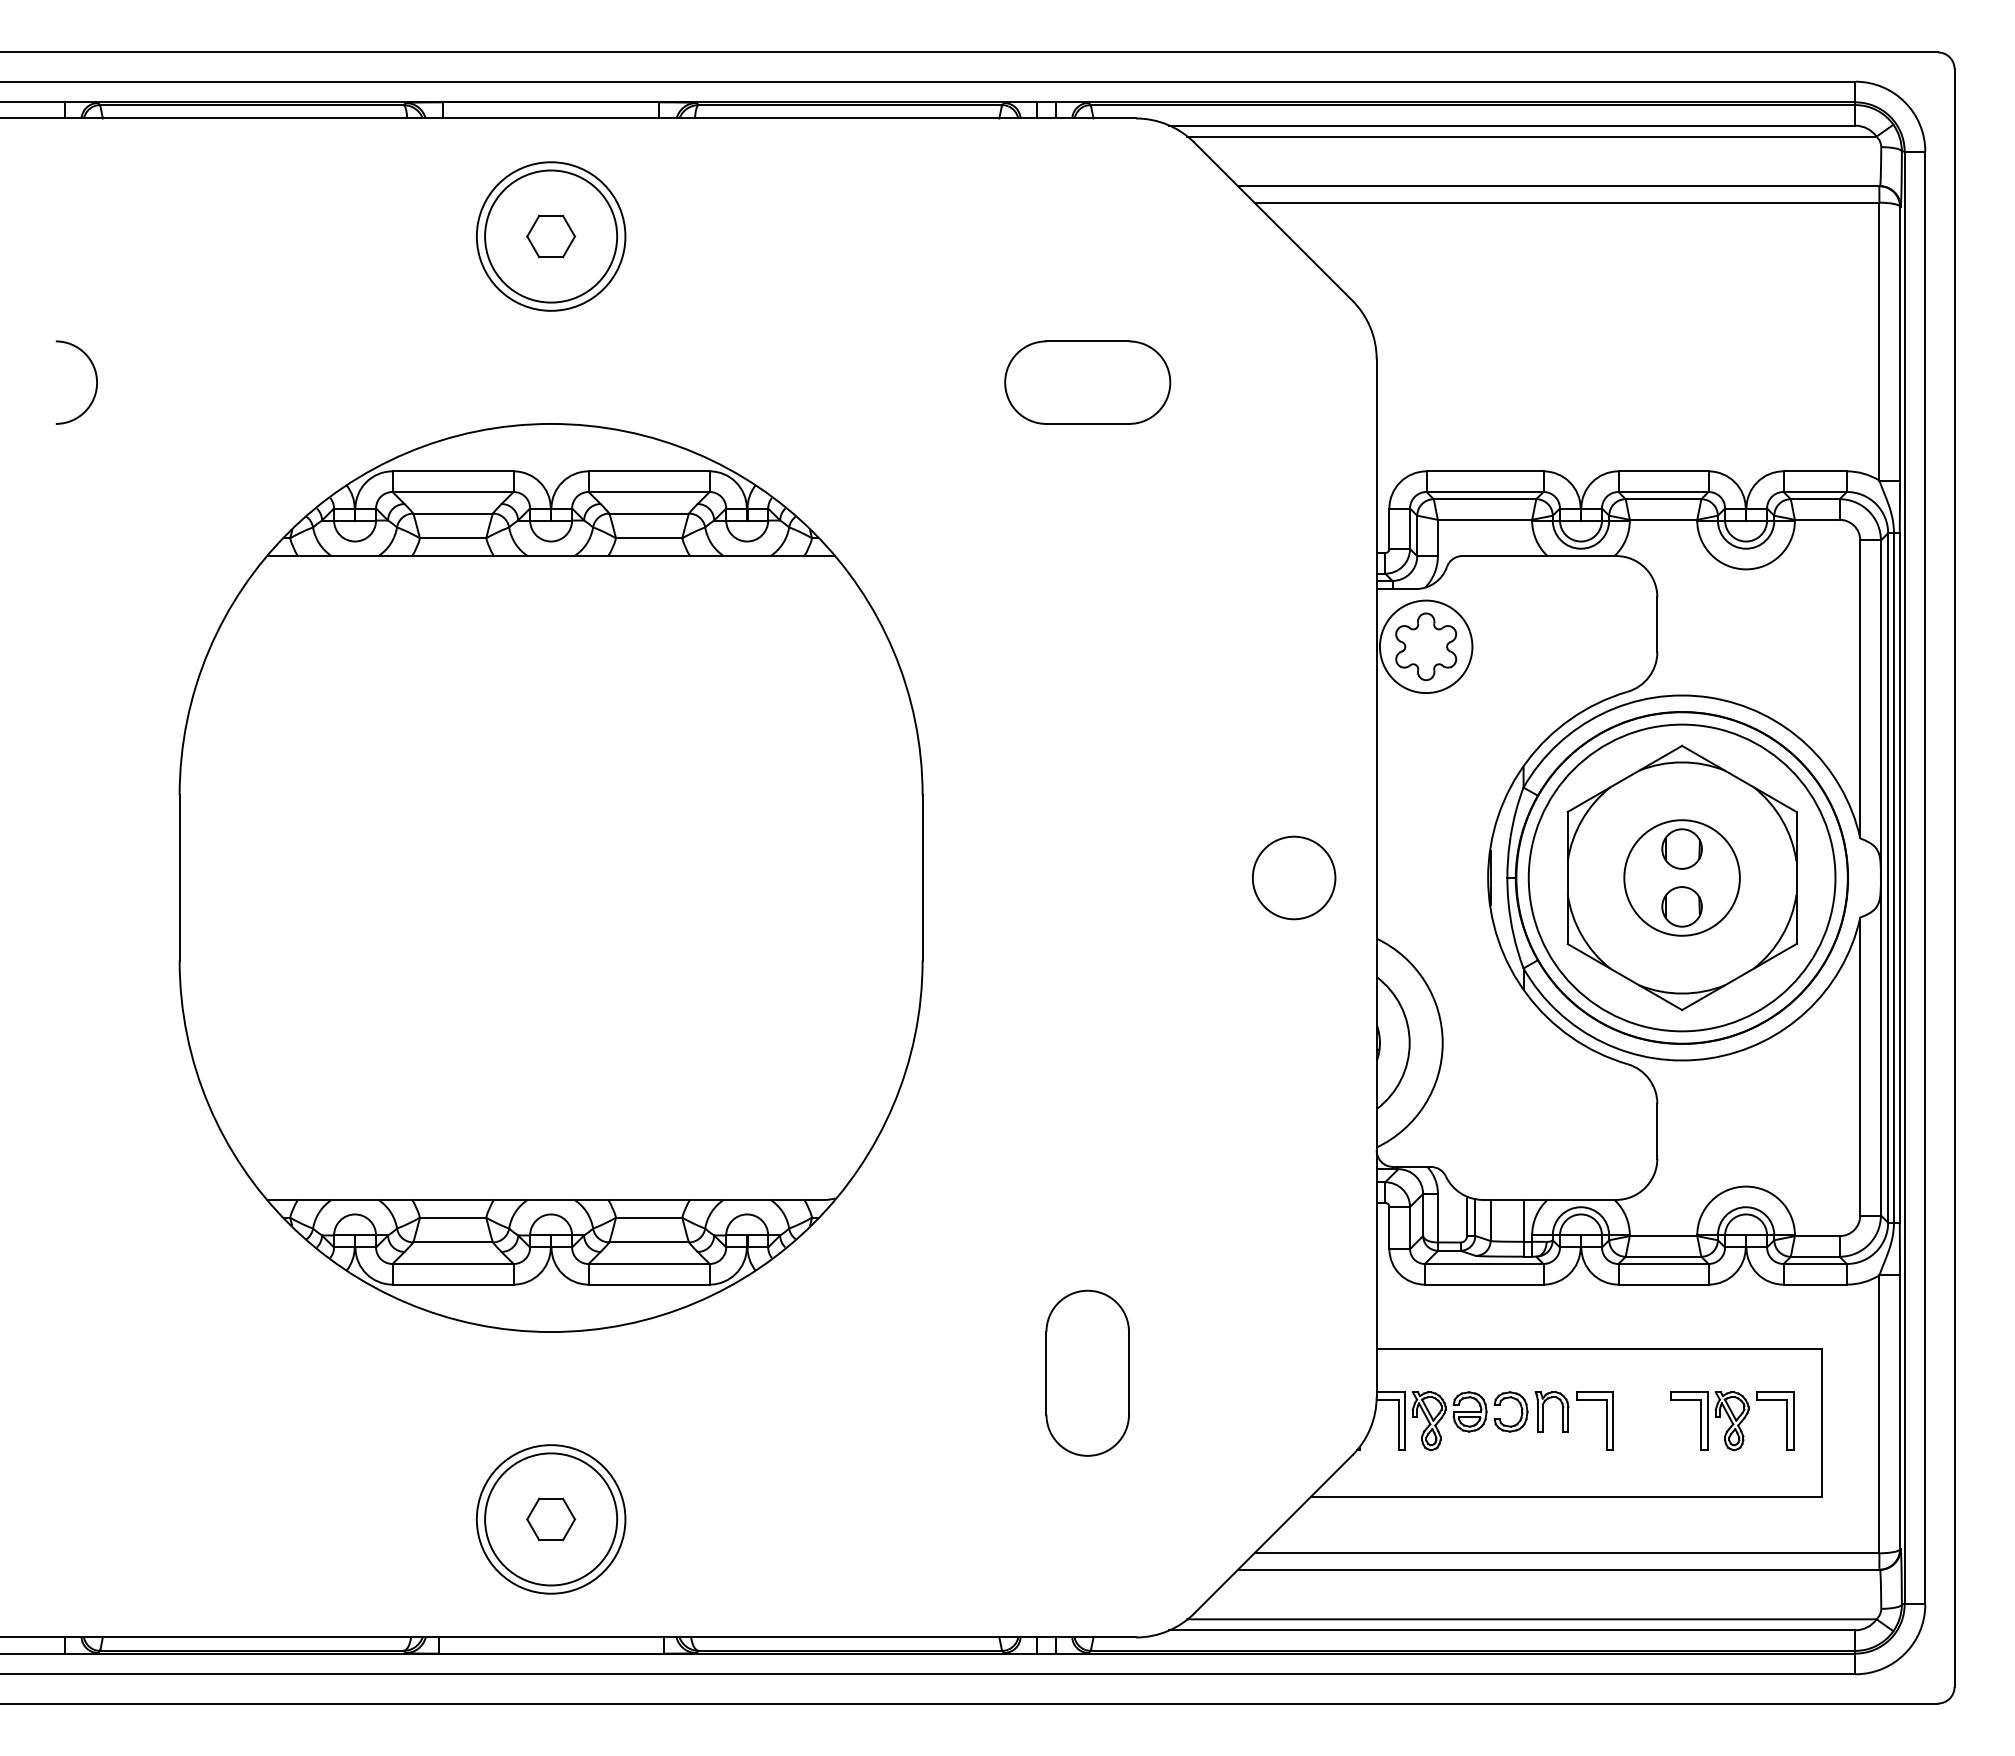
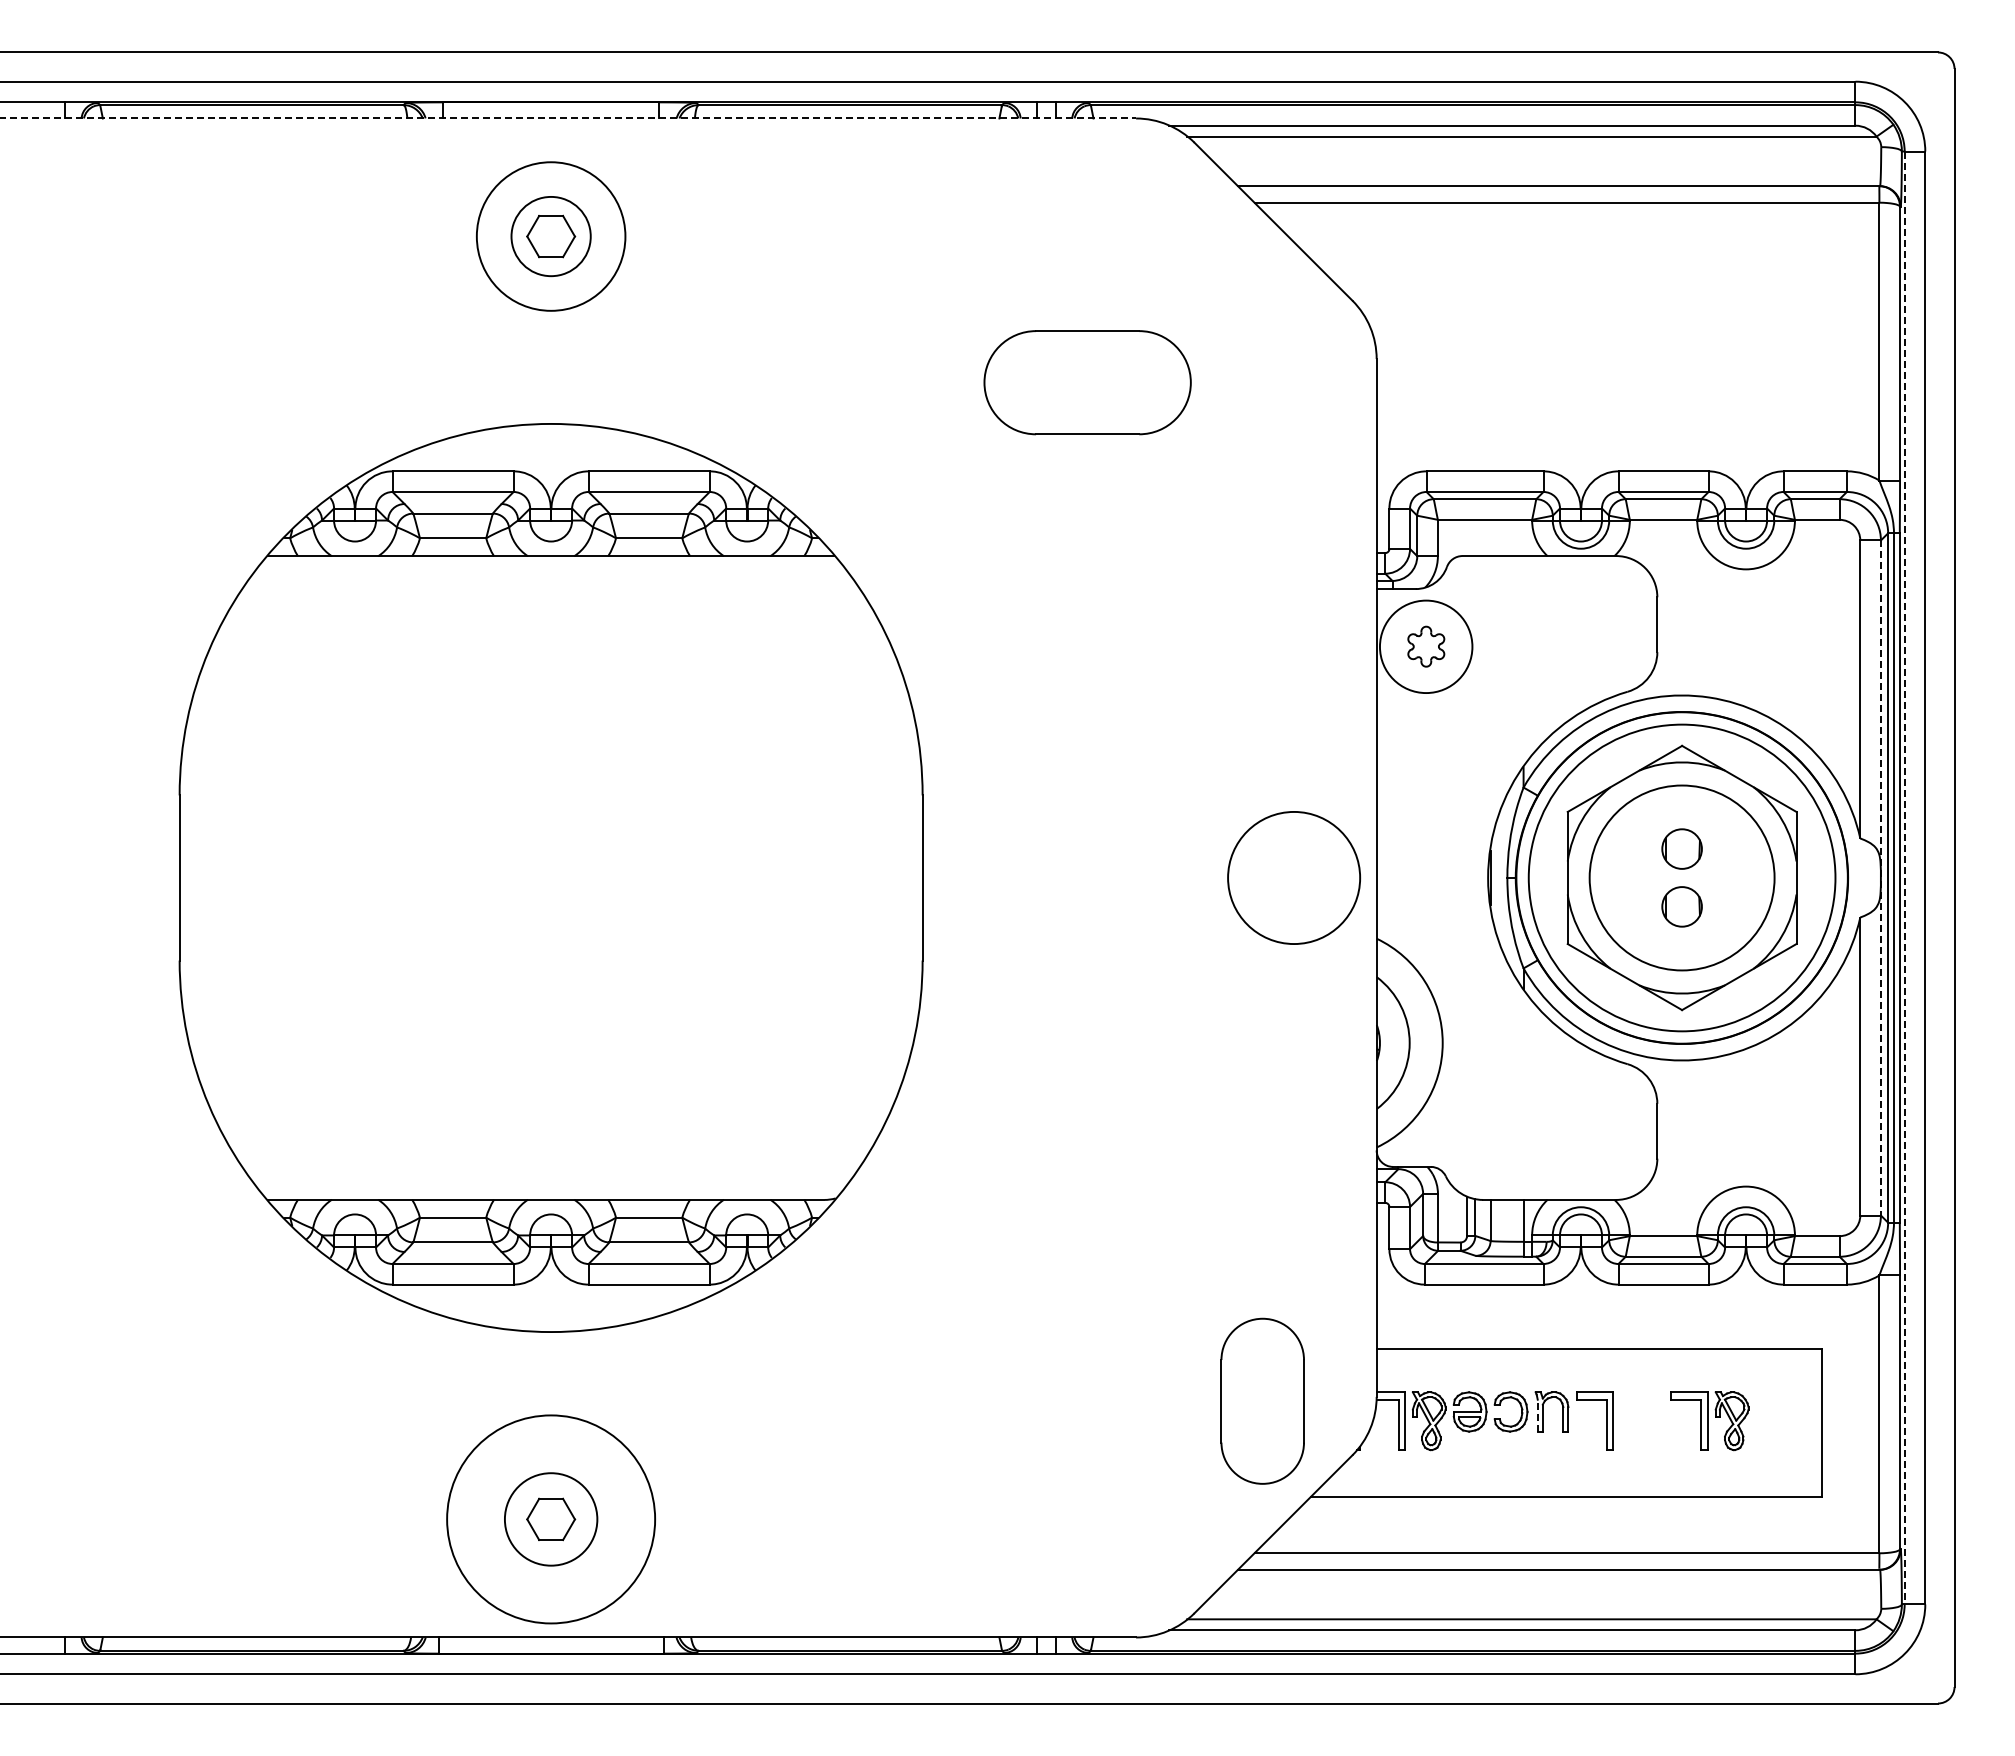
line at (568, 118): solid -> dashed
circle at (551, 236) diameter: 132 px -> 79 px
arc at (95, 377): present -> none
part at (1087, 382) size: 168x85 px -> 209x106 px
part at (1426, 646) size: 63x69 px -> 39x43 px
circle at (1293, 877) diameter: 83 px -> 132 px
circle at (1681, 877) diameter: 116 px -> 185 px
line at (1880, 877): solid -> dashed
line at (1904, 878): solid -> dashed
part at (1087, 1372) position: (1087, 1372) -> (1262, 1400)
line at (1537, 1415): solid -> dashed
part at (1786, 1420): present -> none
circle at (550, 1519) diameter: 149 px -> 208 px
circle at (551, 1519) diameter: 132 px -> 92 px
